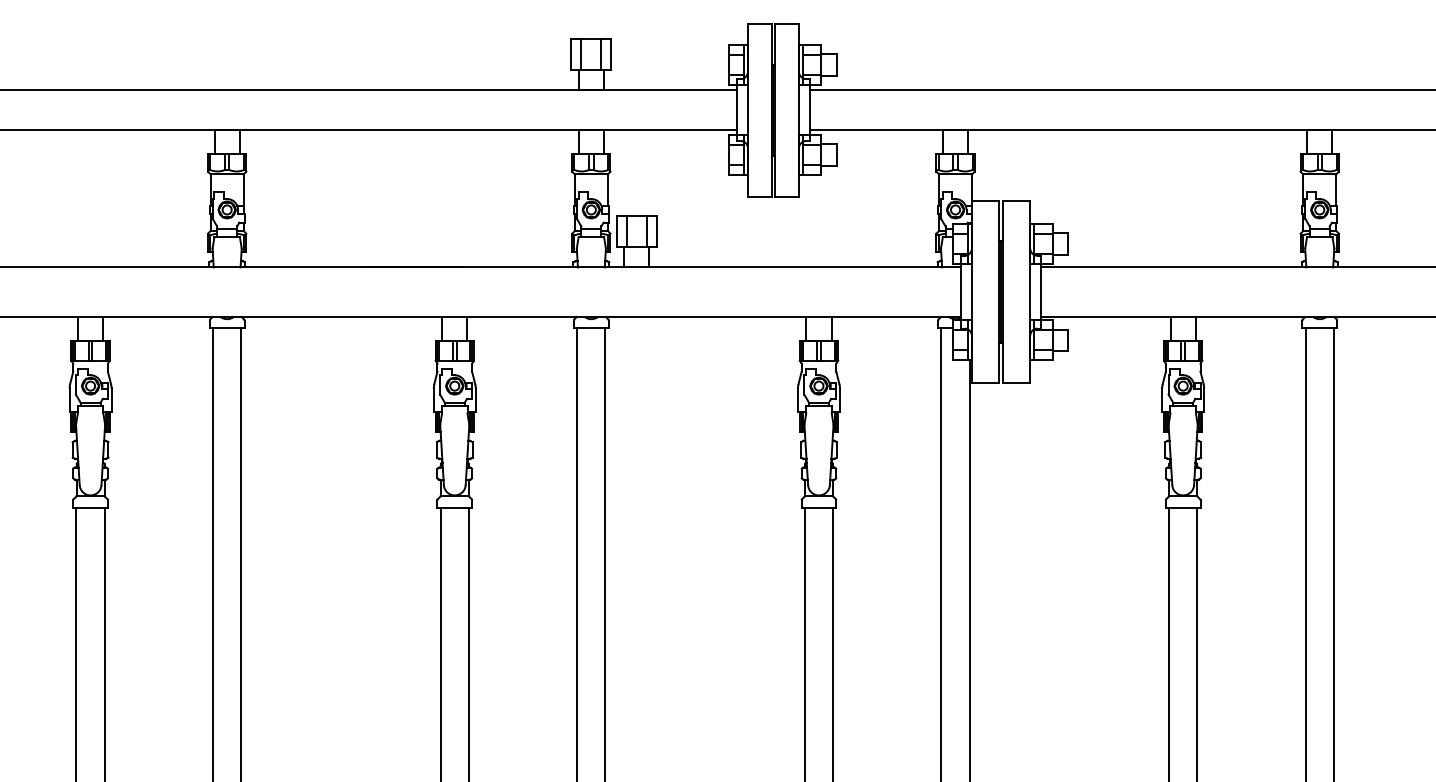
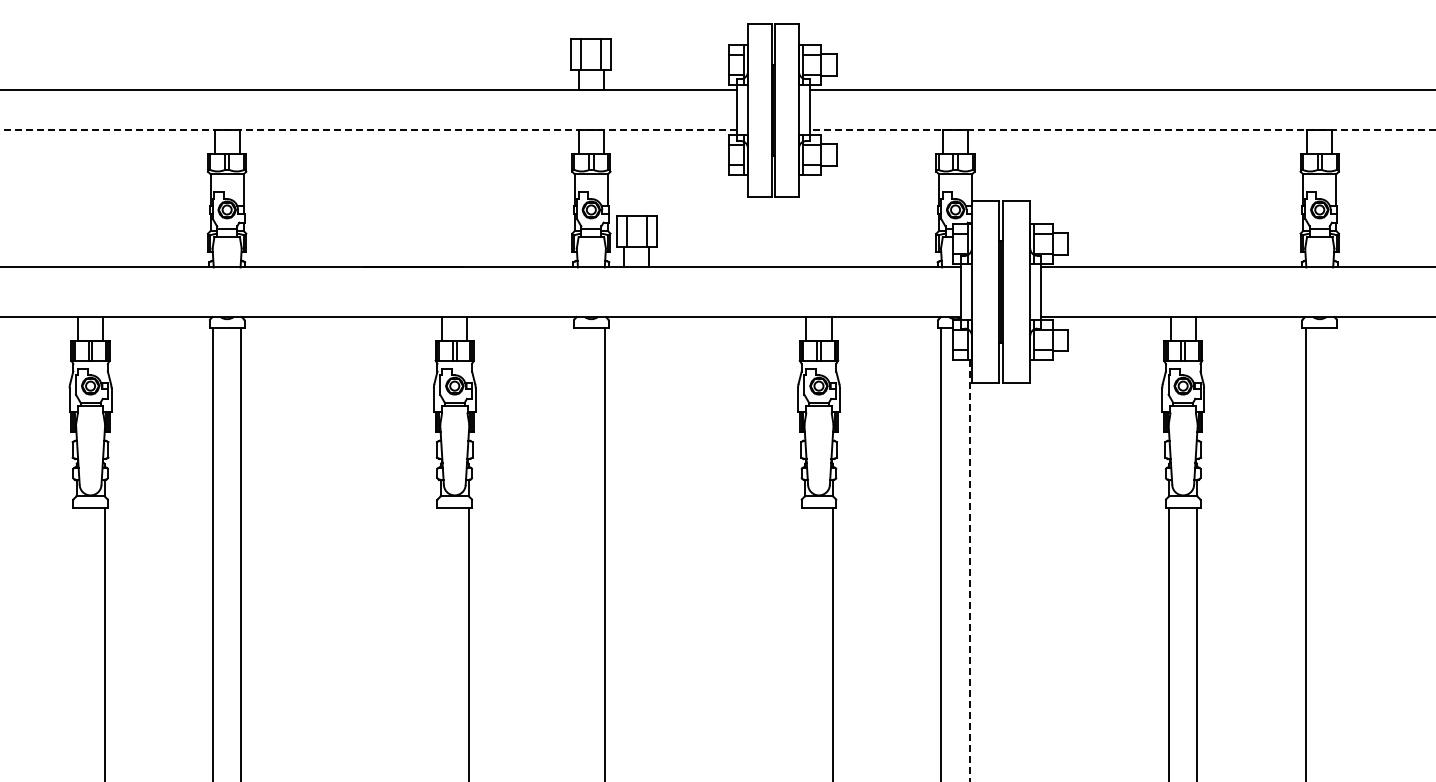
line at (368, 129): solid -> dashed
line at (1122, 129): solid -> dashed
line at (577, 553): present -> none
line at (1333, 553): present -> none
line at (969, 571): solid -> dashed
line at (76, 643): present -> none
line at (440, 643): present -> none
line at (804, 643): present -> none
